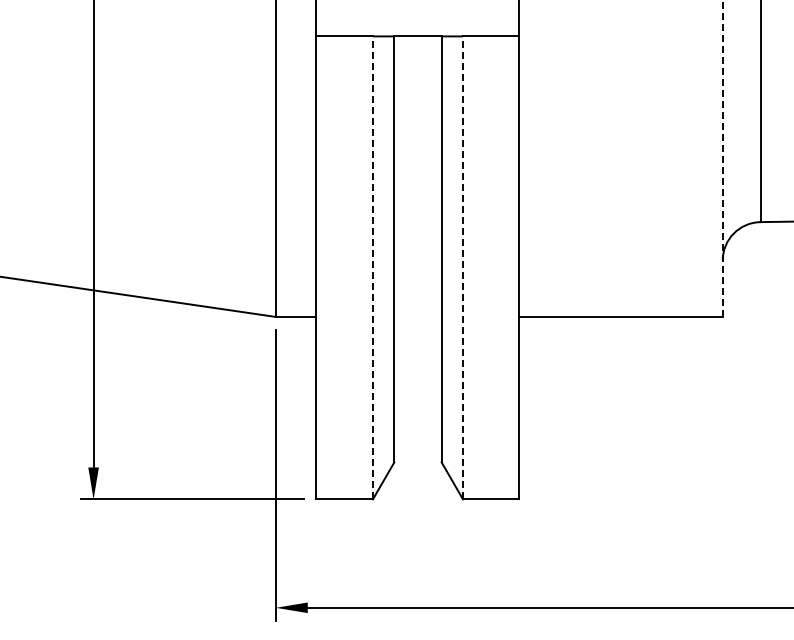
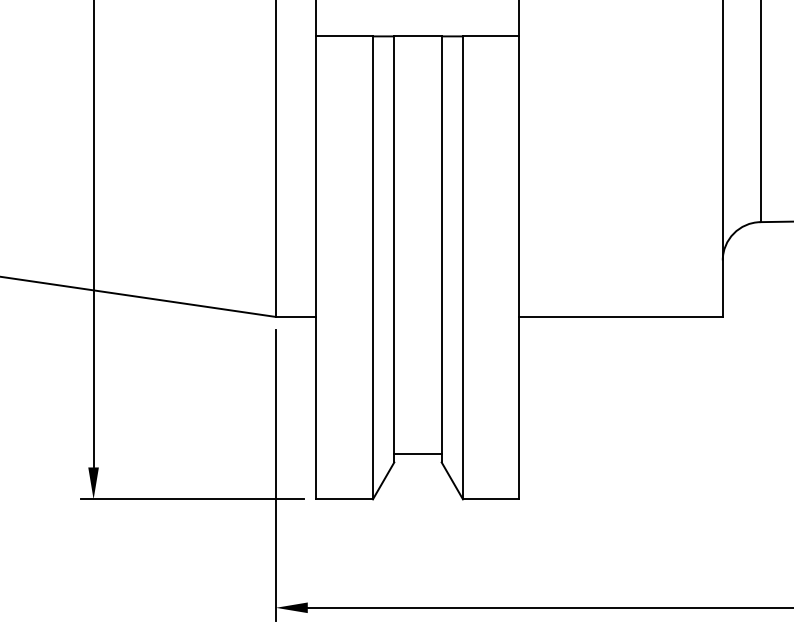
line at (722, 158): dashed -> solid
line at (372, 267): dashed -> solid
line at (463, 267): dashed -> solid
line at (417, 453): none -> present
